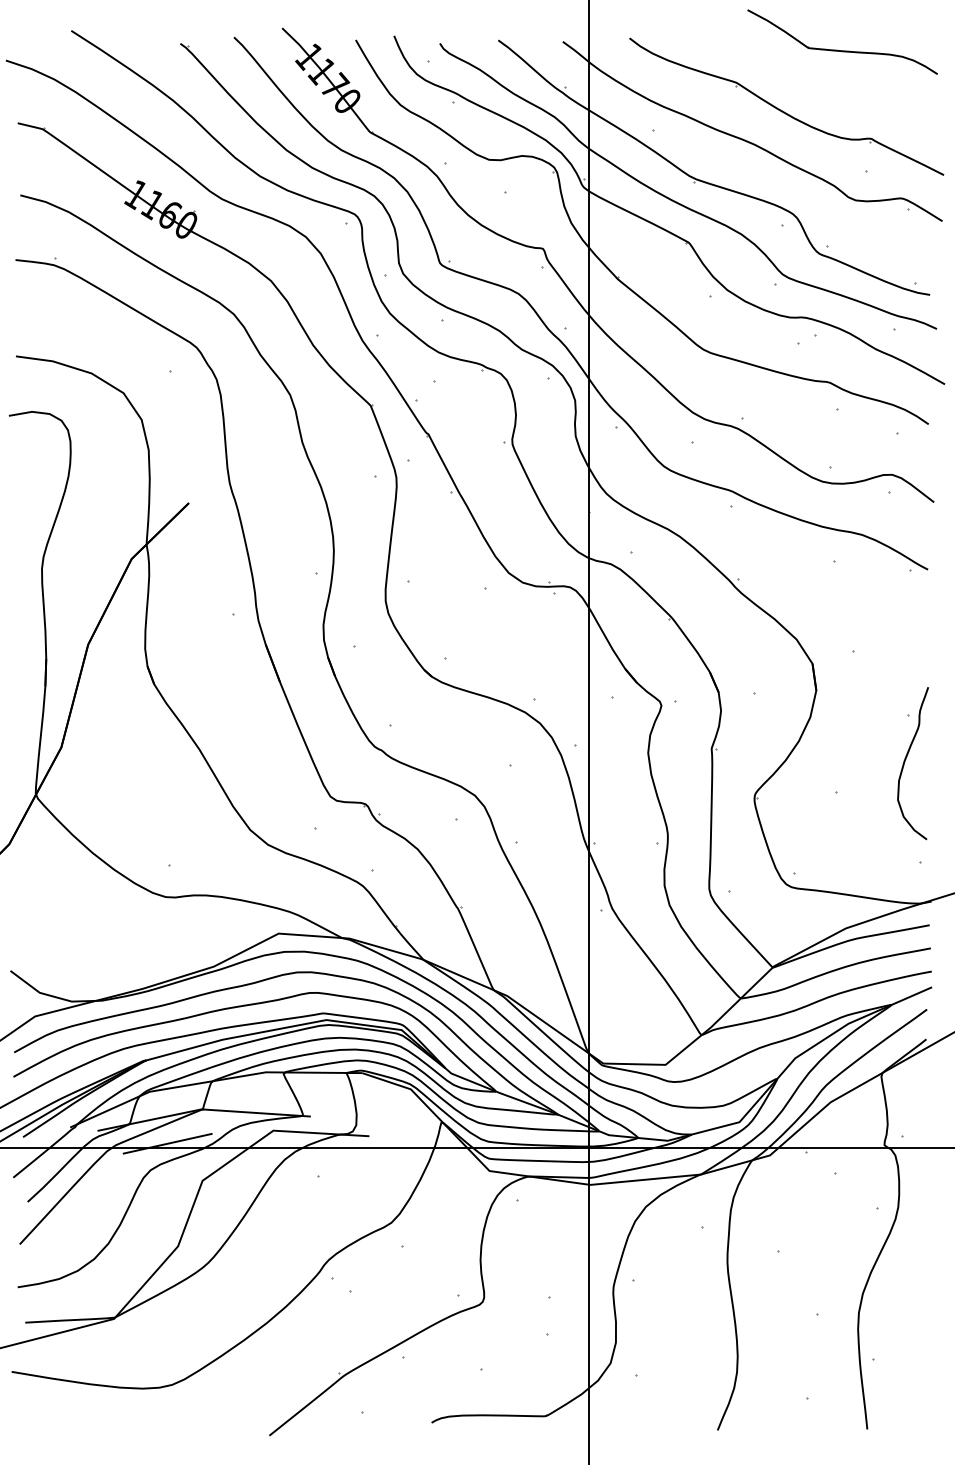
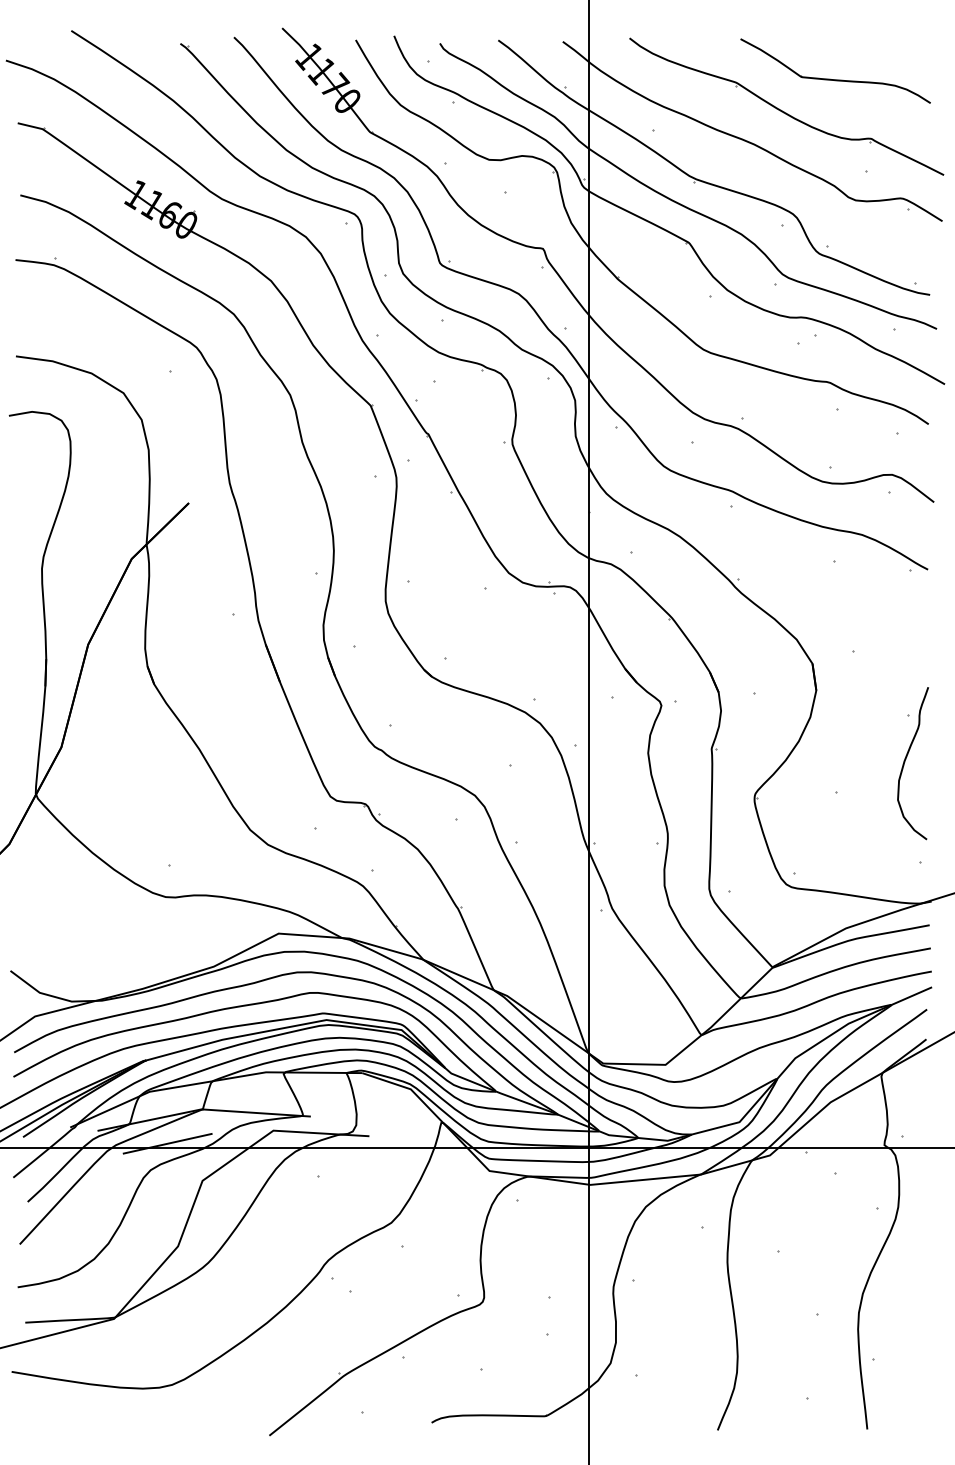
part at (842, 50) position: (842, 50) -> (835, 79)
